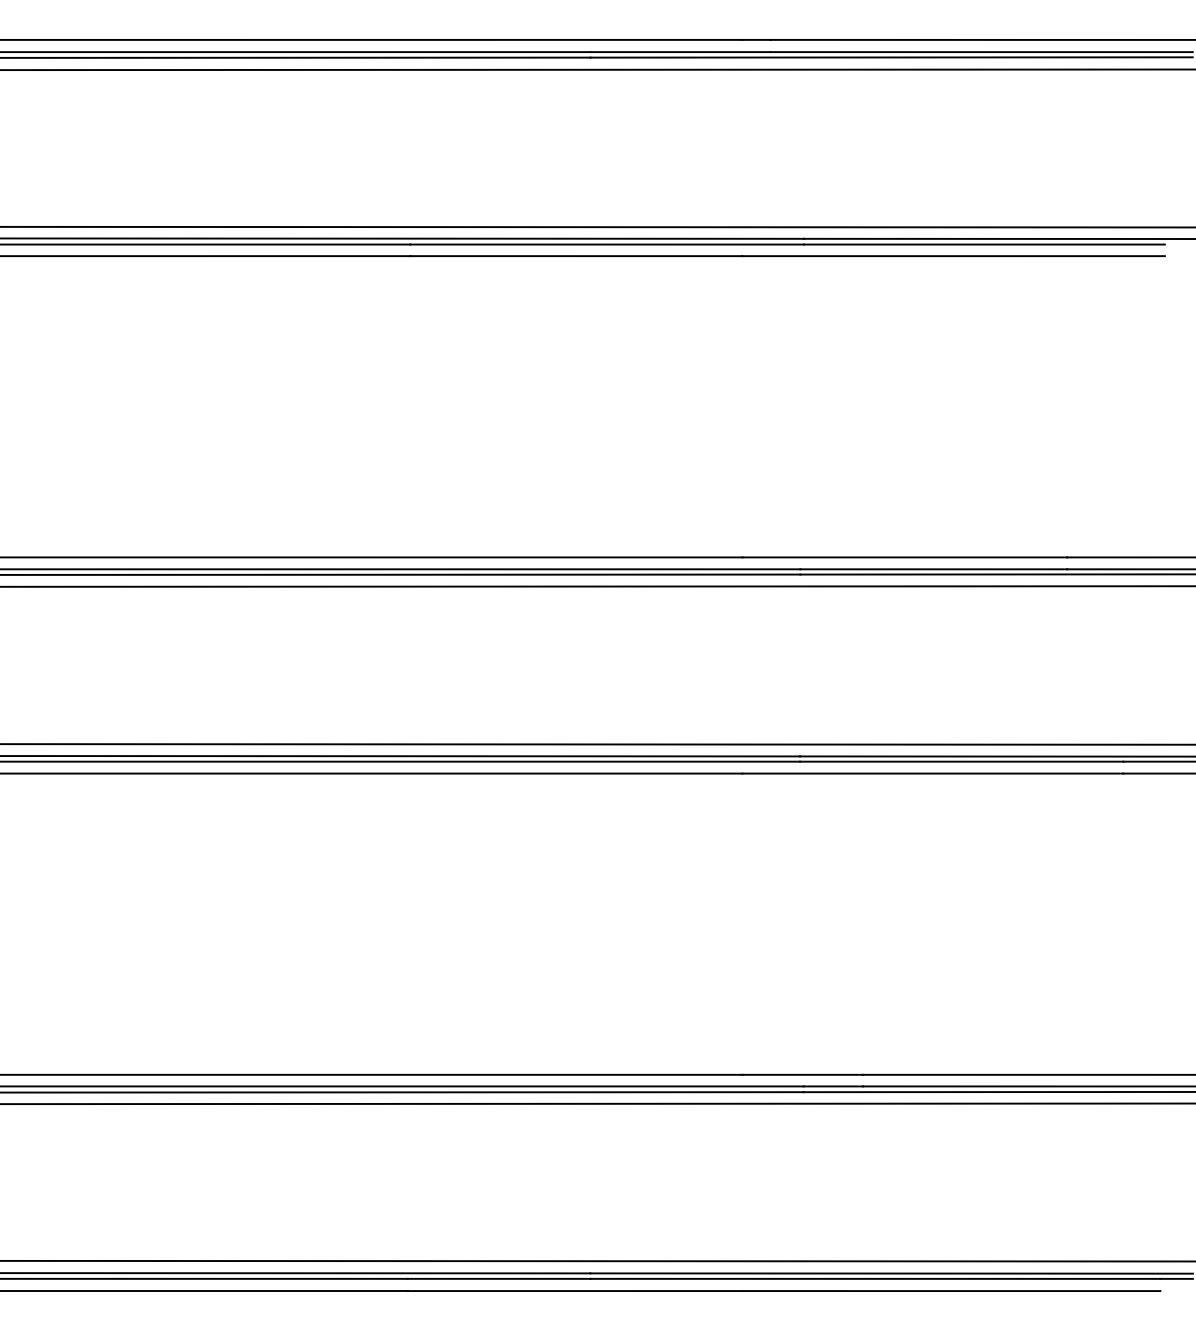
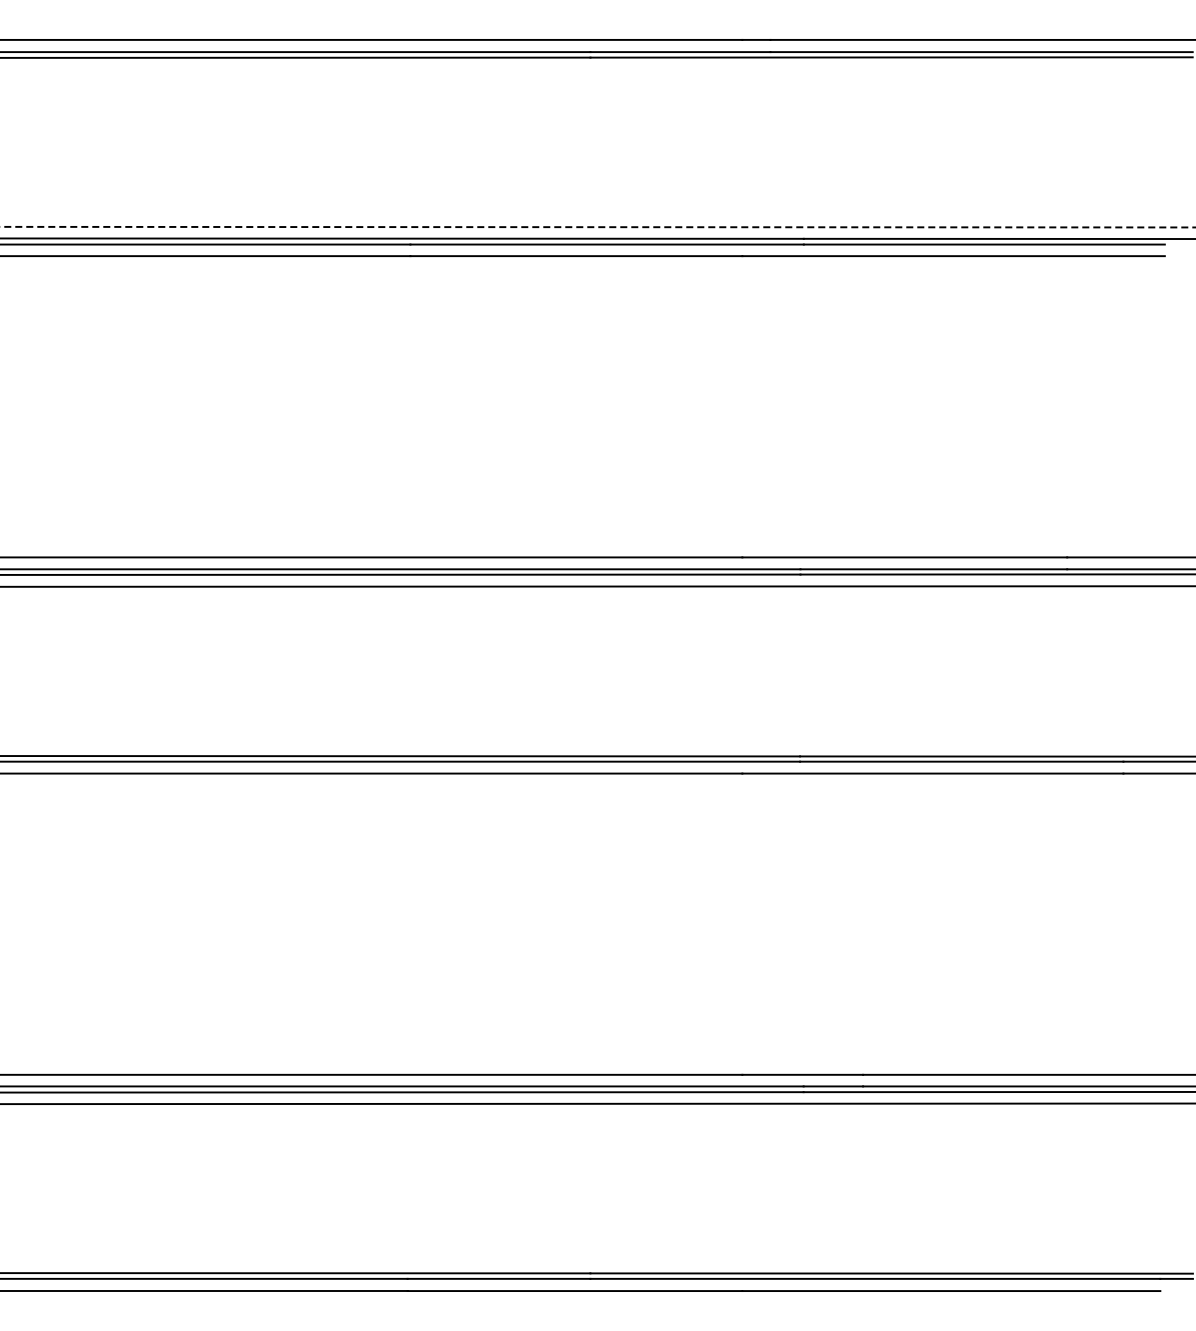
line at (597, 69): present -> none
line at (598, 227): solid -> dashed
line at (597, 744): present -> none
line at (597, 1260): present -> none
